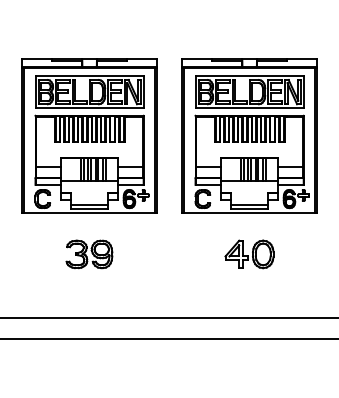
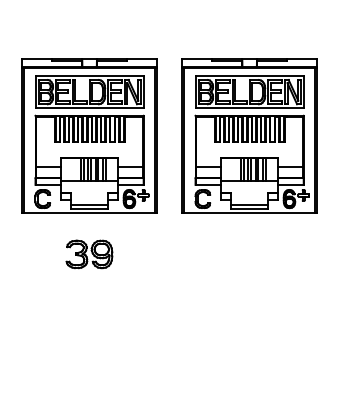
part at (249, 254): present -> none
line at (168, 318): present -> none
line at (168, 339): present -> none
